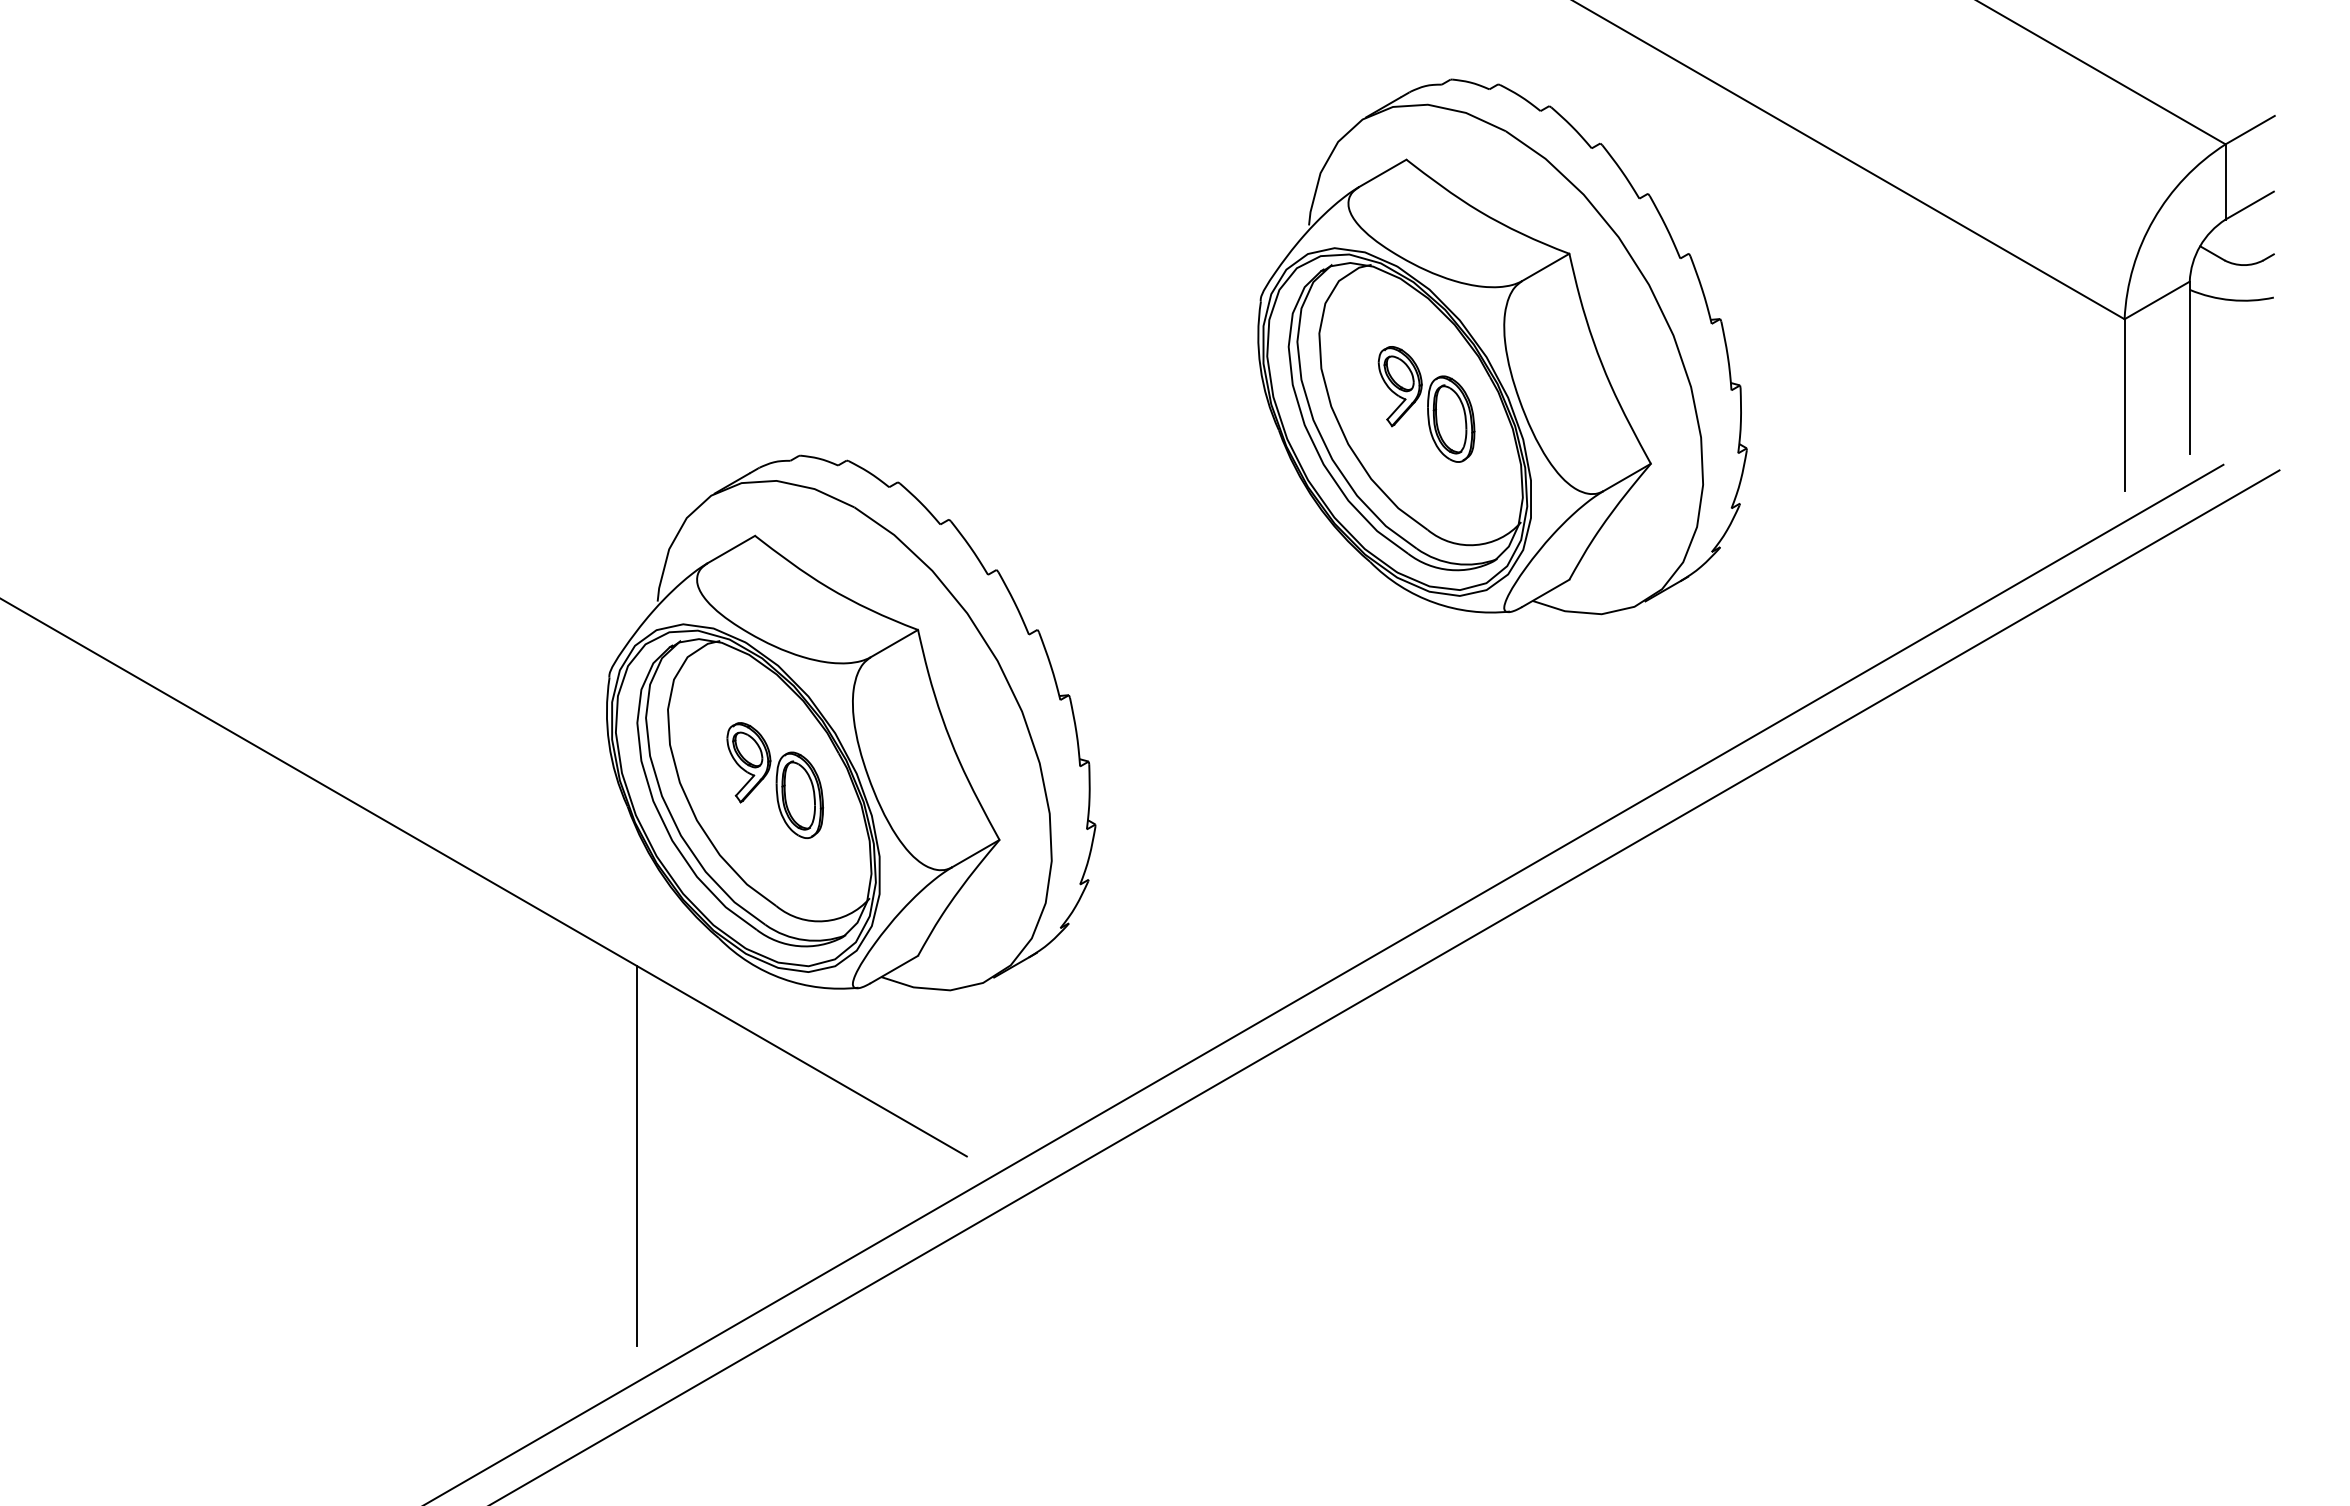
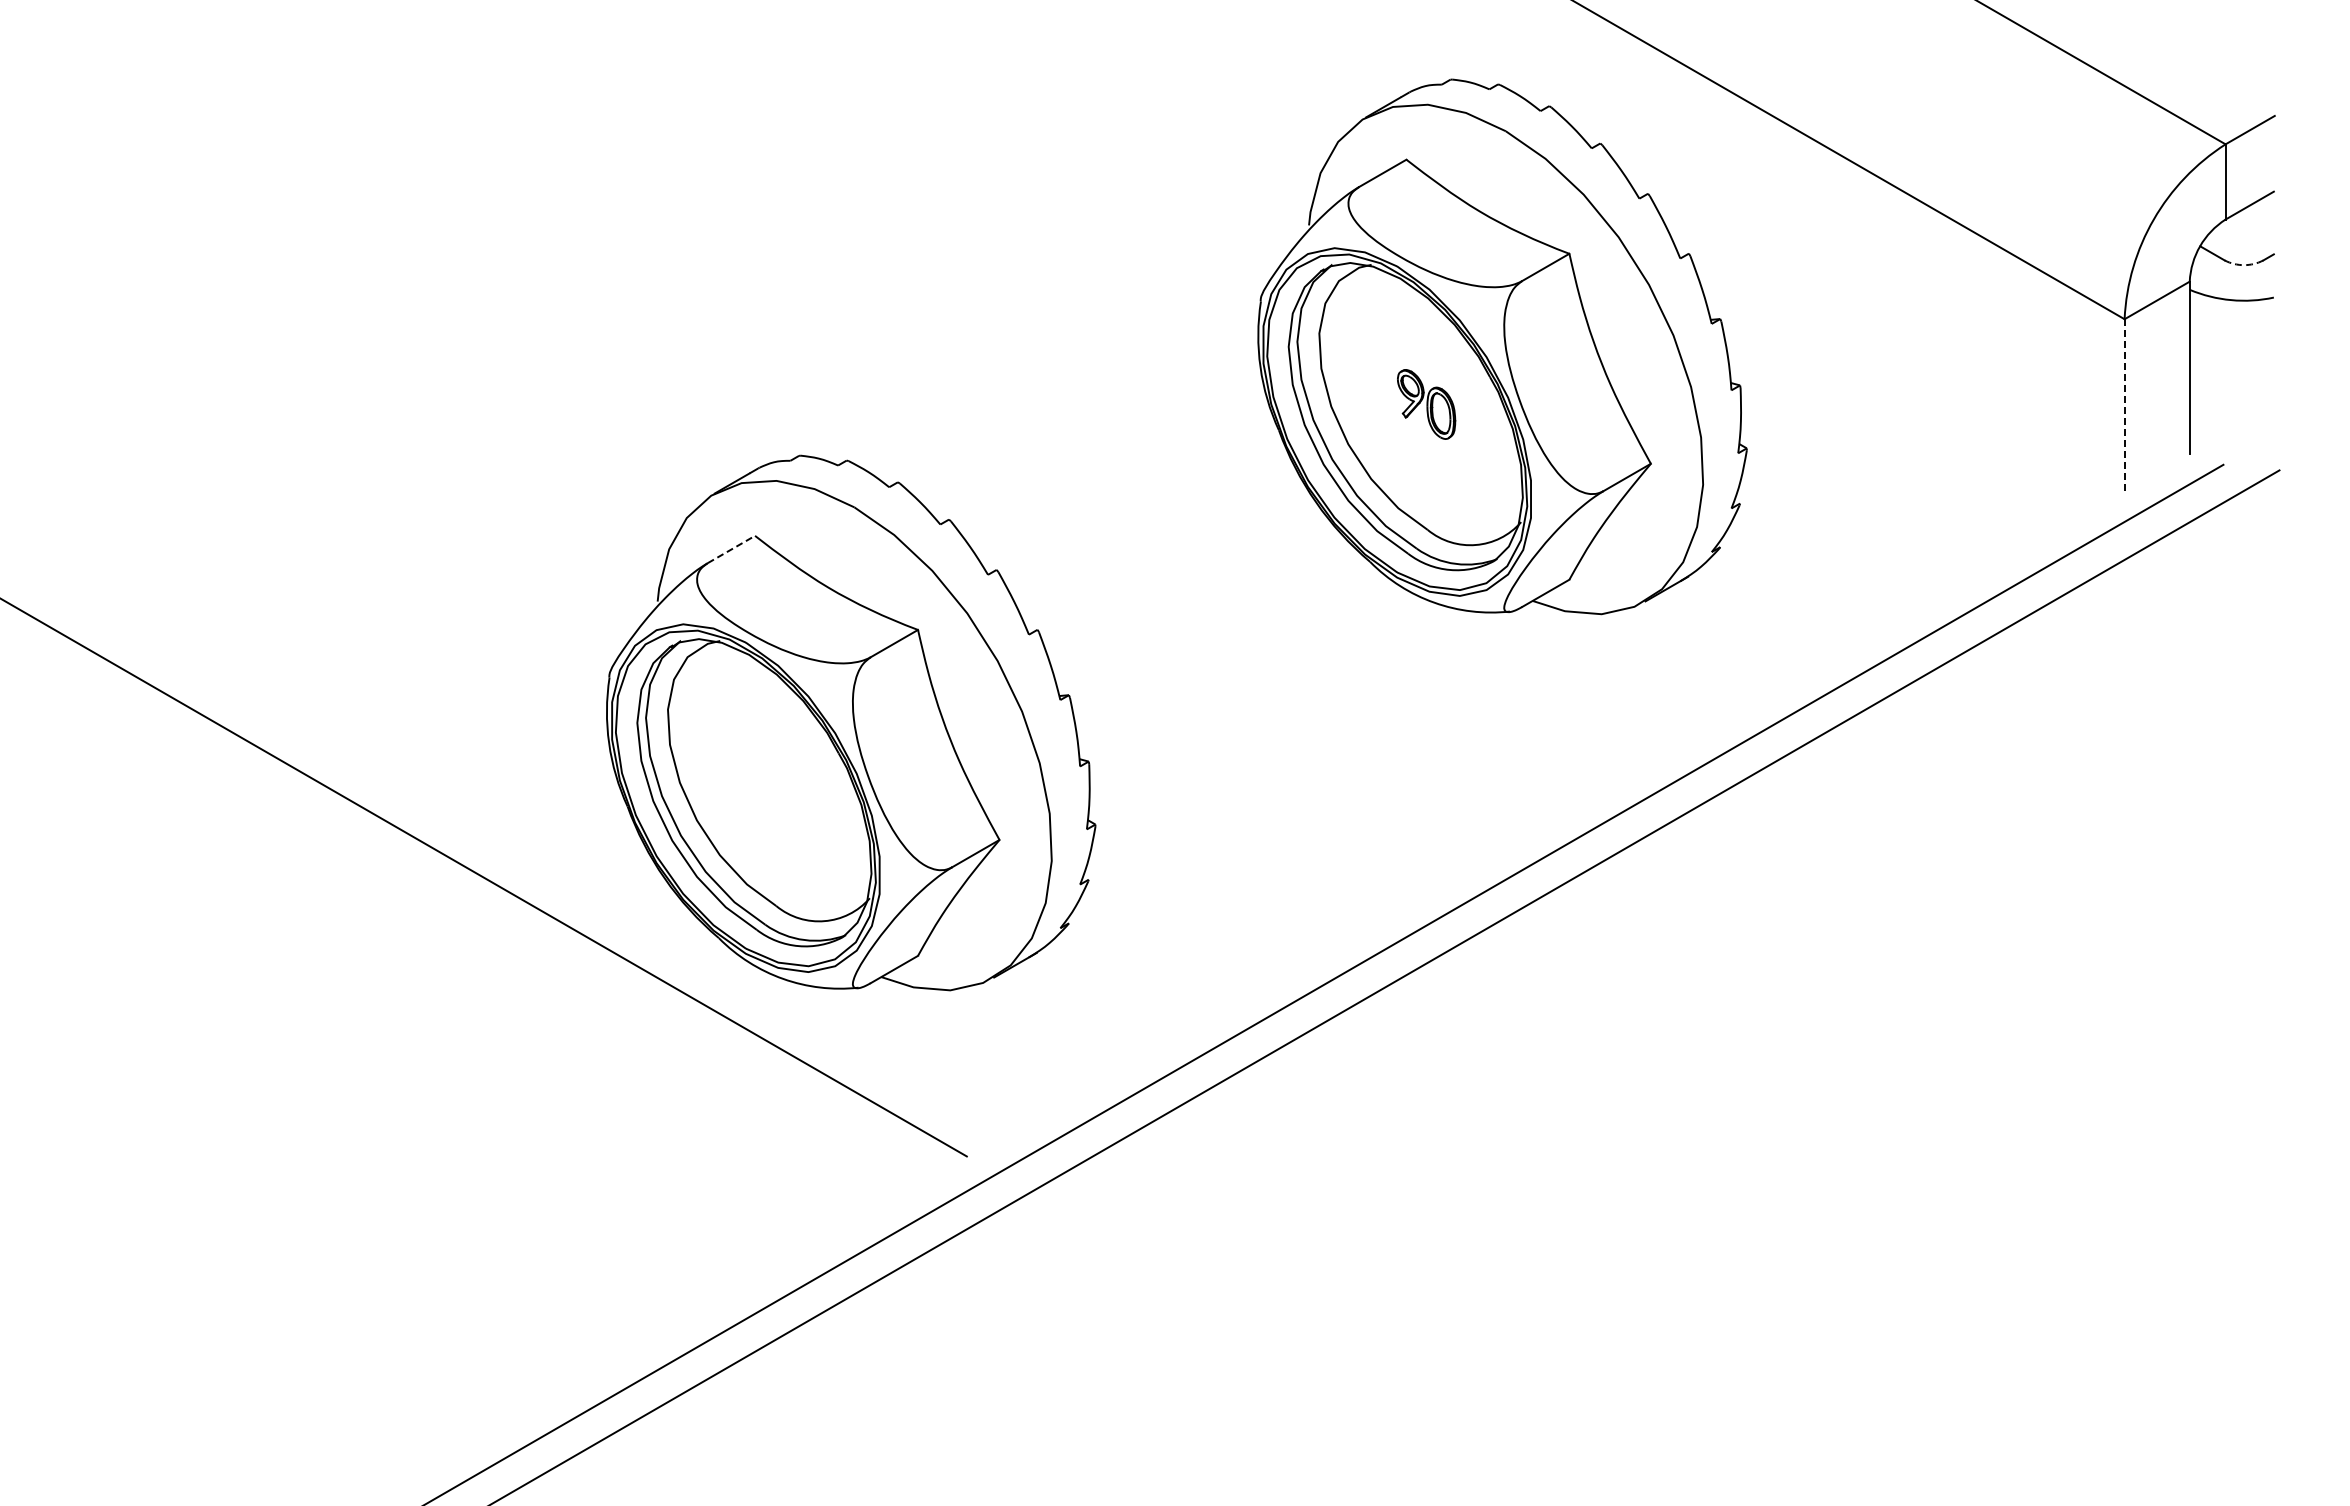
arc at (2244, 265): solid -> dashed
part at (1426, 404) size: 99x117 px -> 60x71 px
line at (2124, 405): solid -> dashed
line at (731, 549): solid -> dashed
part at (775, 780): present -> none
line at (637, 1155): present -> none
